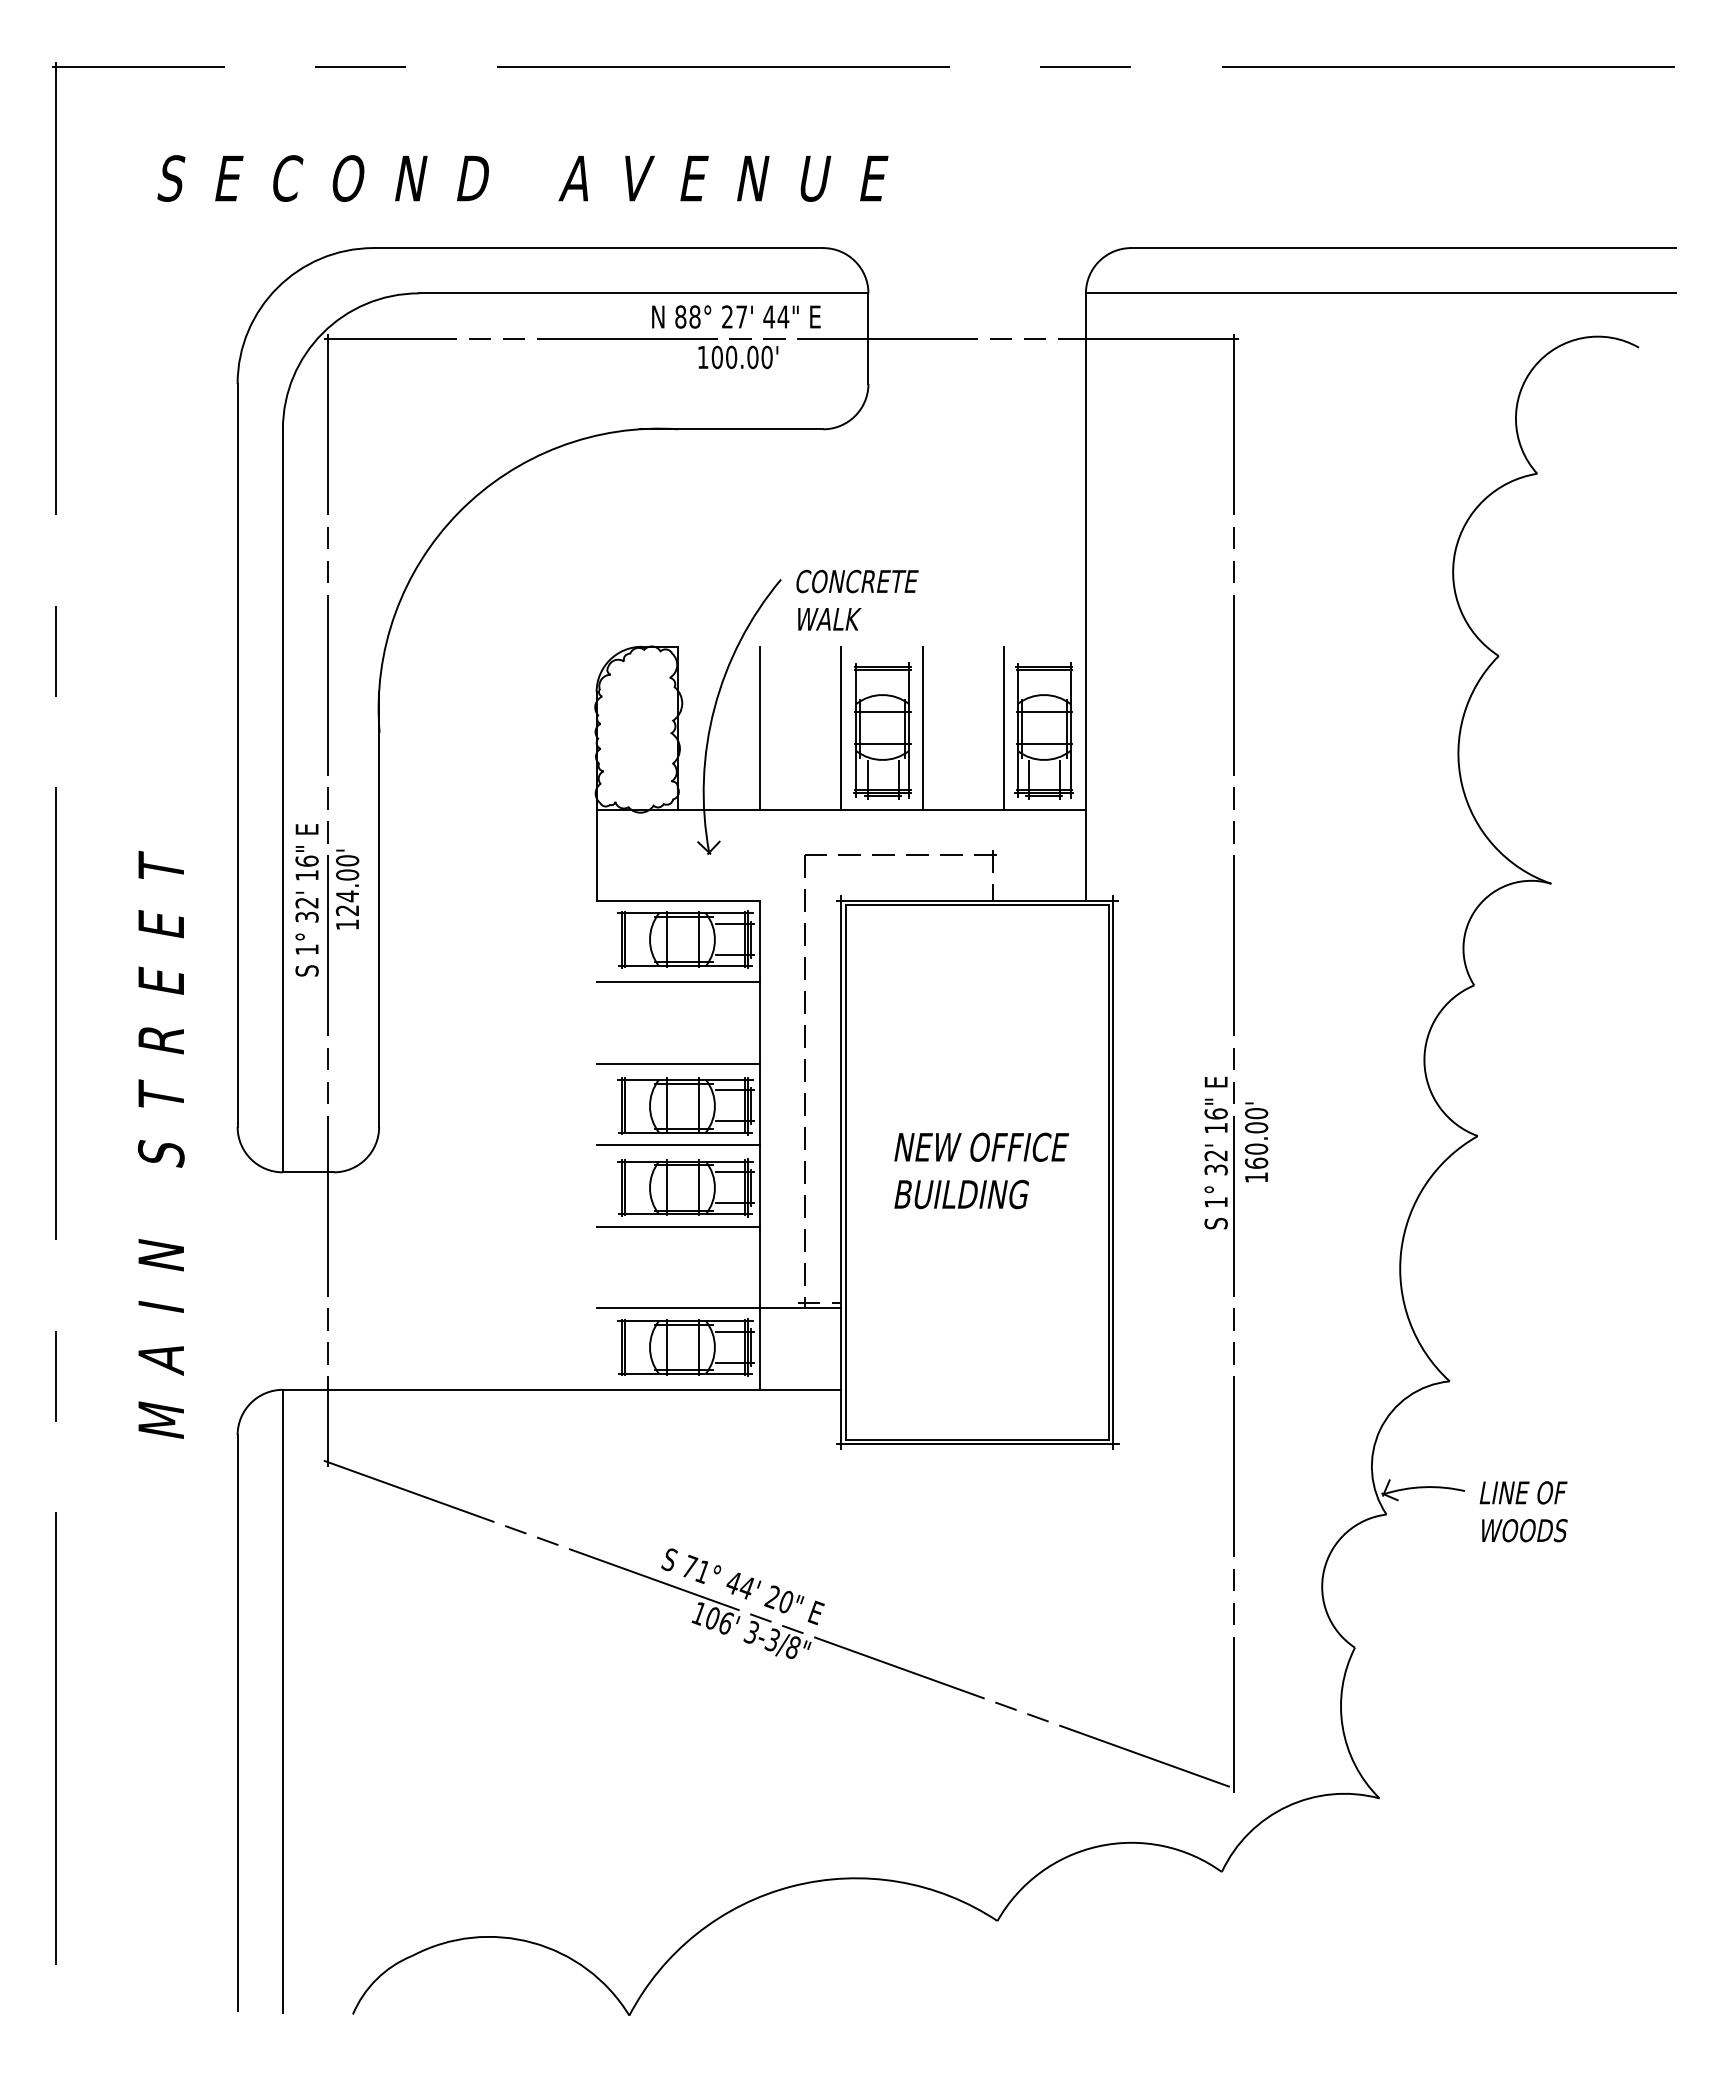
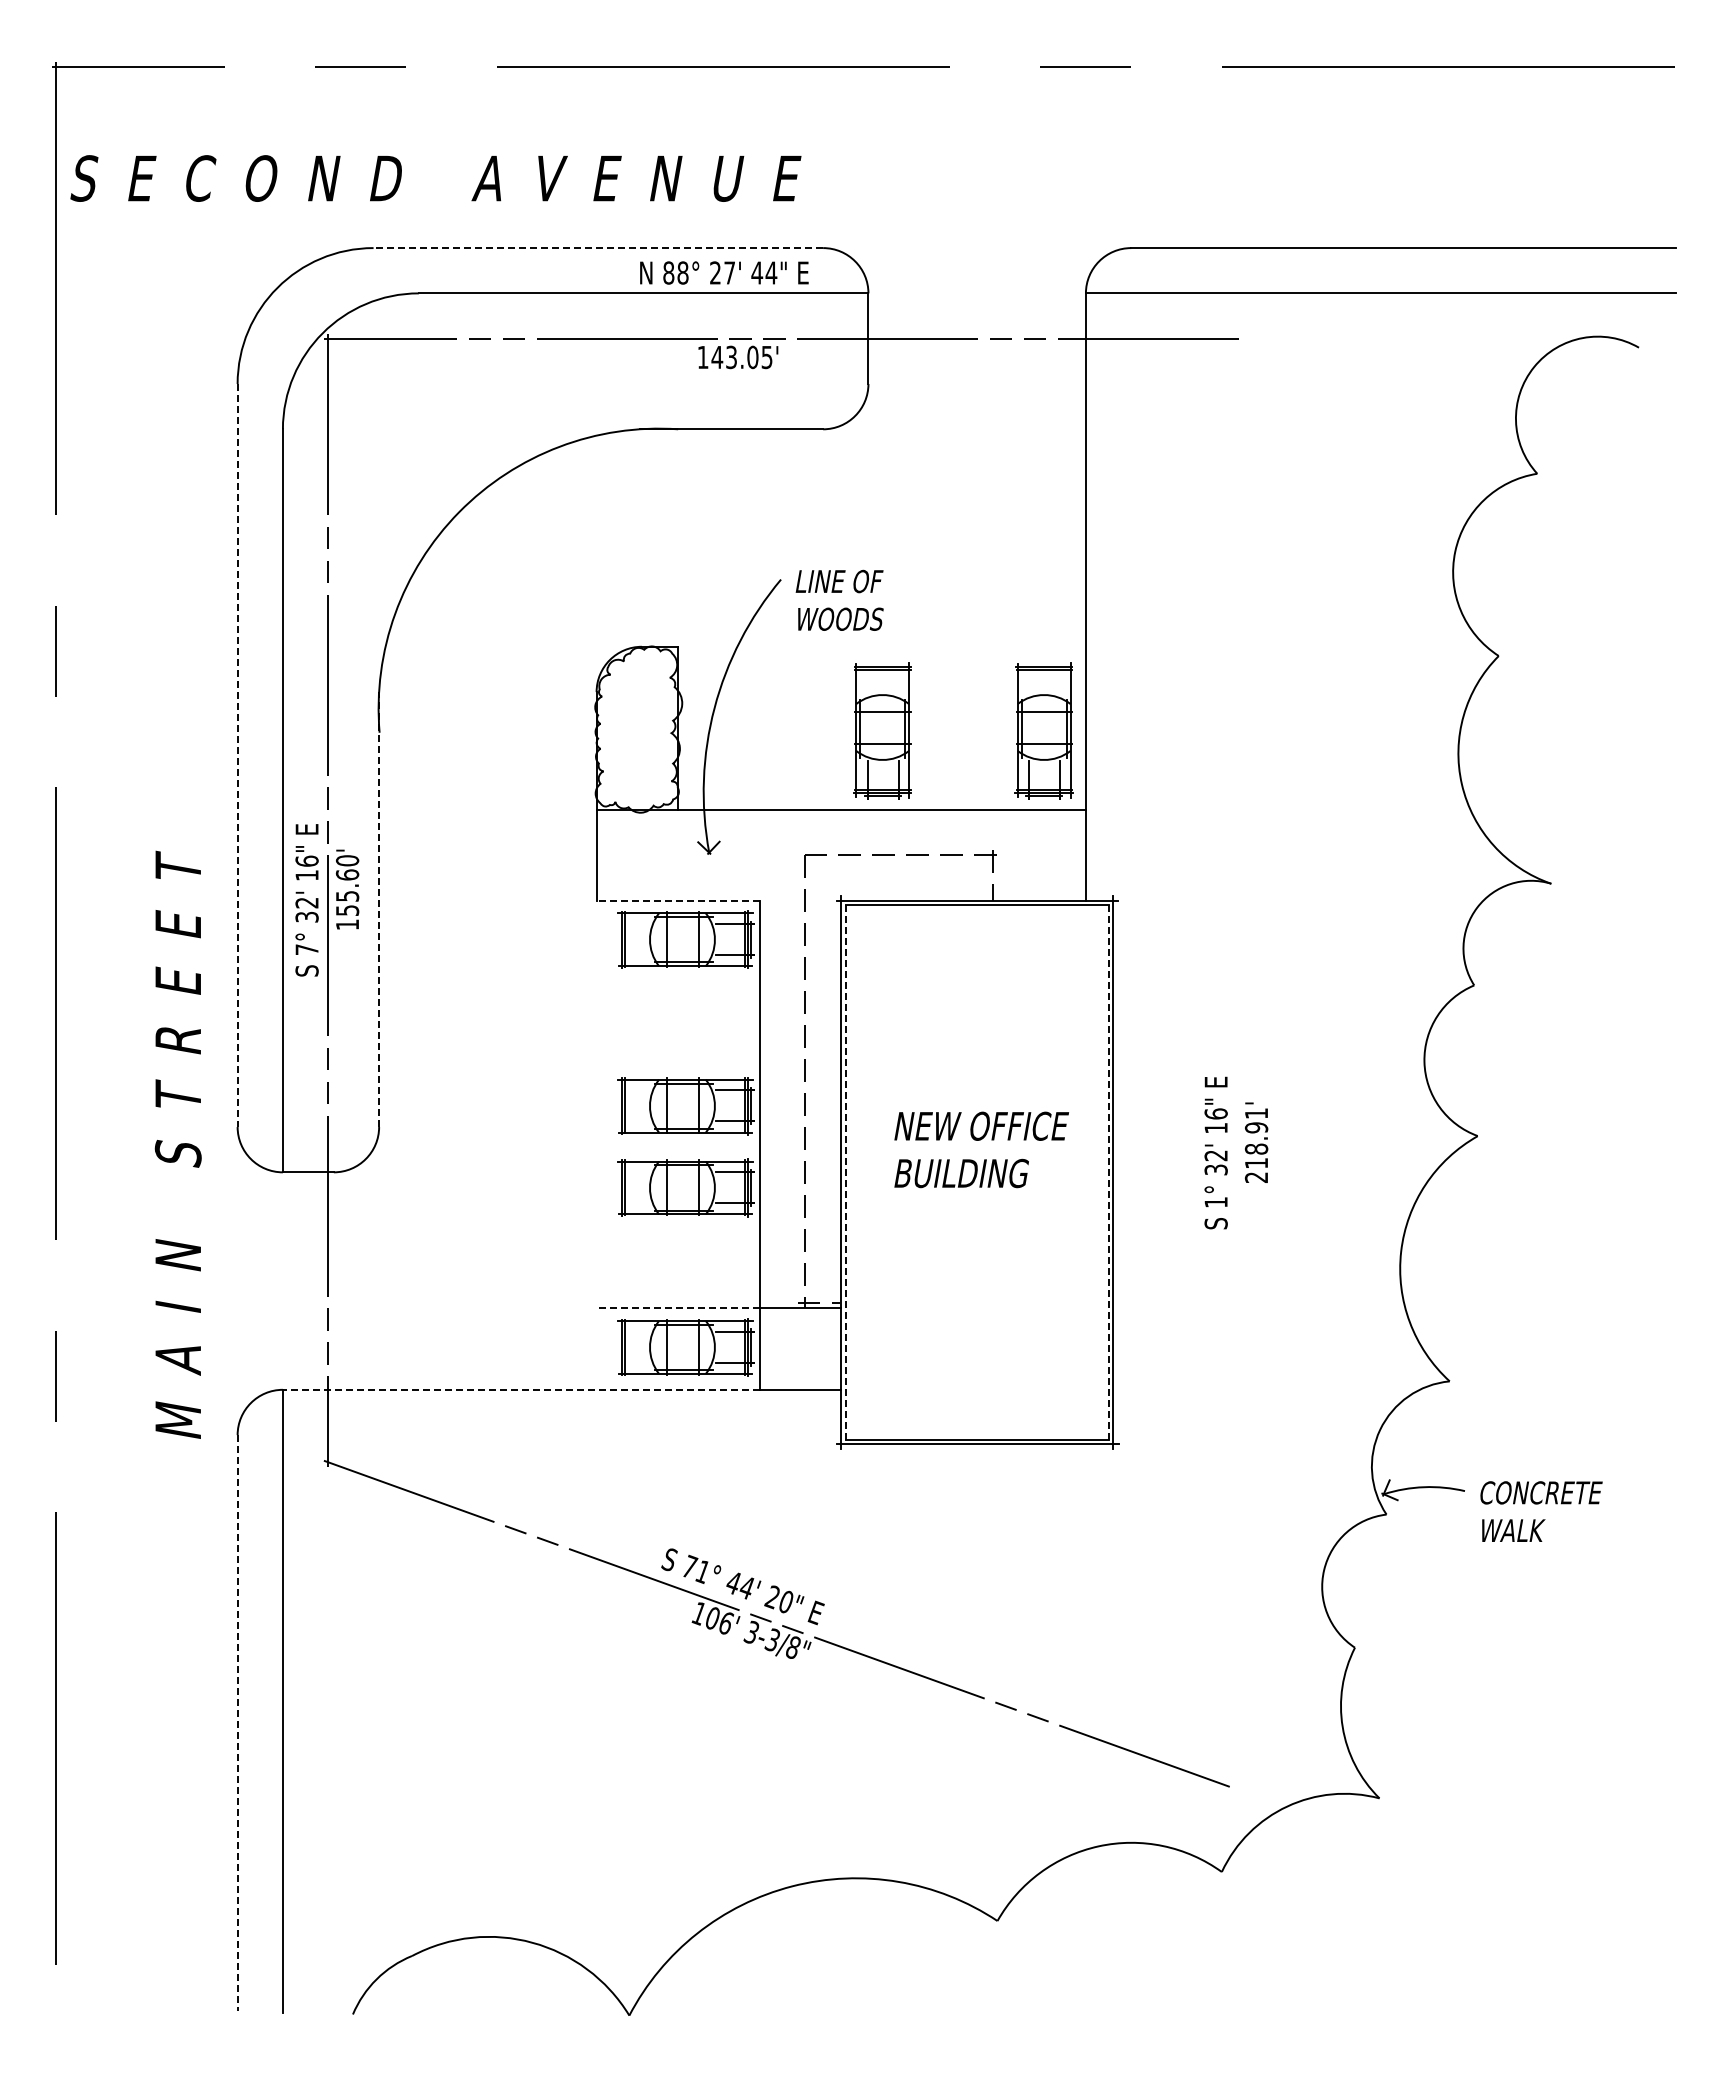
text at (522, 178) position: (522, 178) -> (435, 178)
line at (598, 248): solid -> dashed
text at (736, 316) position: (736, 316) -> (724, 272)
text at (741, 357): 100.00' -> 143.05'
text at (856, 599): CONCRETE WALK -> LINE OF WOODS
line at (759, 727): present -> none
line at (841, 727): present -> none
line at (922, 727): present -> none
line at (1004, 727): present -> none
line at (237, 755): solid -> dashed
text at (347, 892): 124.00' -> 155.60'
line at (678, 900): solid -> dashed
line at (379, 909): solid -> dashed
text at (306, 949): 1° -> 7°
line at (677, 982): present -> none
line at (677, 1063): present -> none
line at (1234, 1063): present -> none
text at (160, 1144) position: (160, 1144) -> (177, 1144)
line at (677, 1145): present -> none
text at (1256, 1145): 160.00' -> 218.91'
text at (981, 1170) position: (981, 1170) -> (981, 1149)
line at (845, 1172): solid -> dashed
line at (1108, 1172): solid -> dashed
line at (677, 1226): present -> none
line at (678, 1308): solid -> dashed
line at (520, 1389): solid -> dashed
text at (1540, 1511): LINE OF WOODS -> CONCRETE WALK
line at (237, 1723): solid -> dashed
